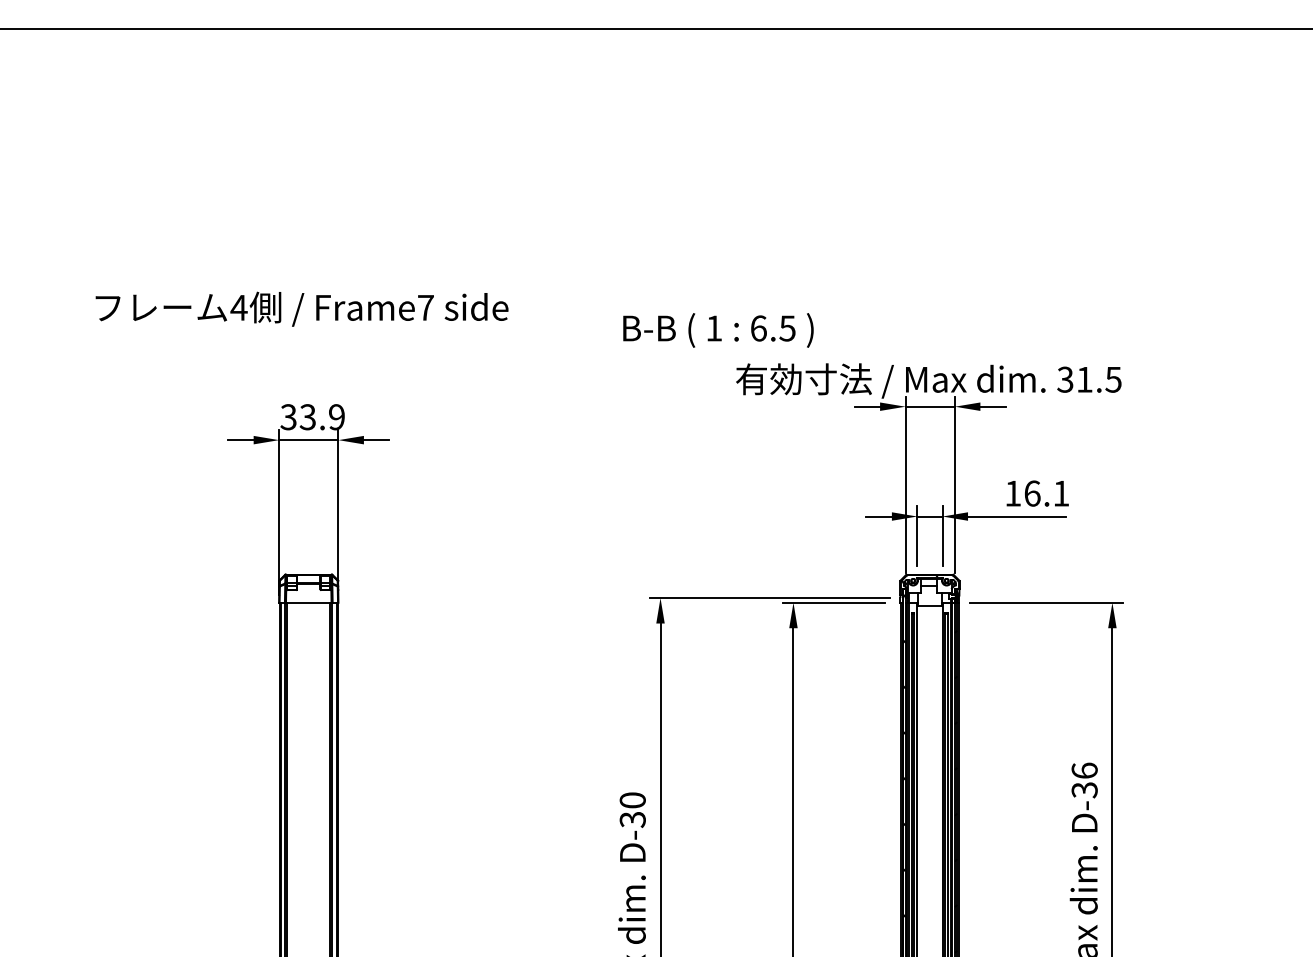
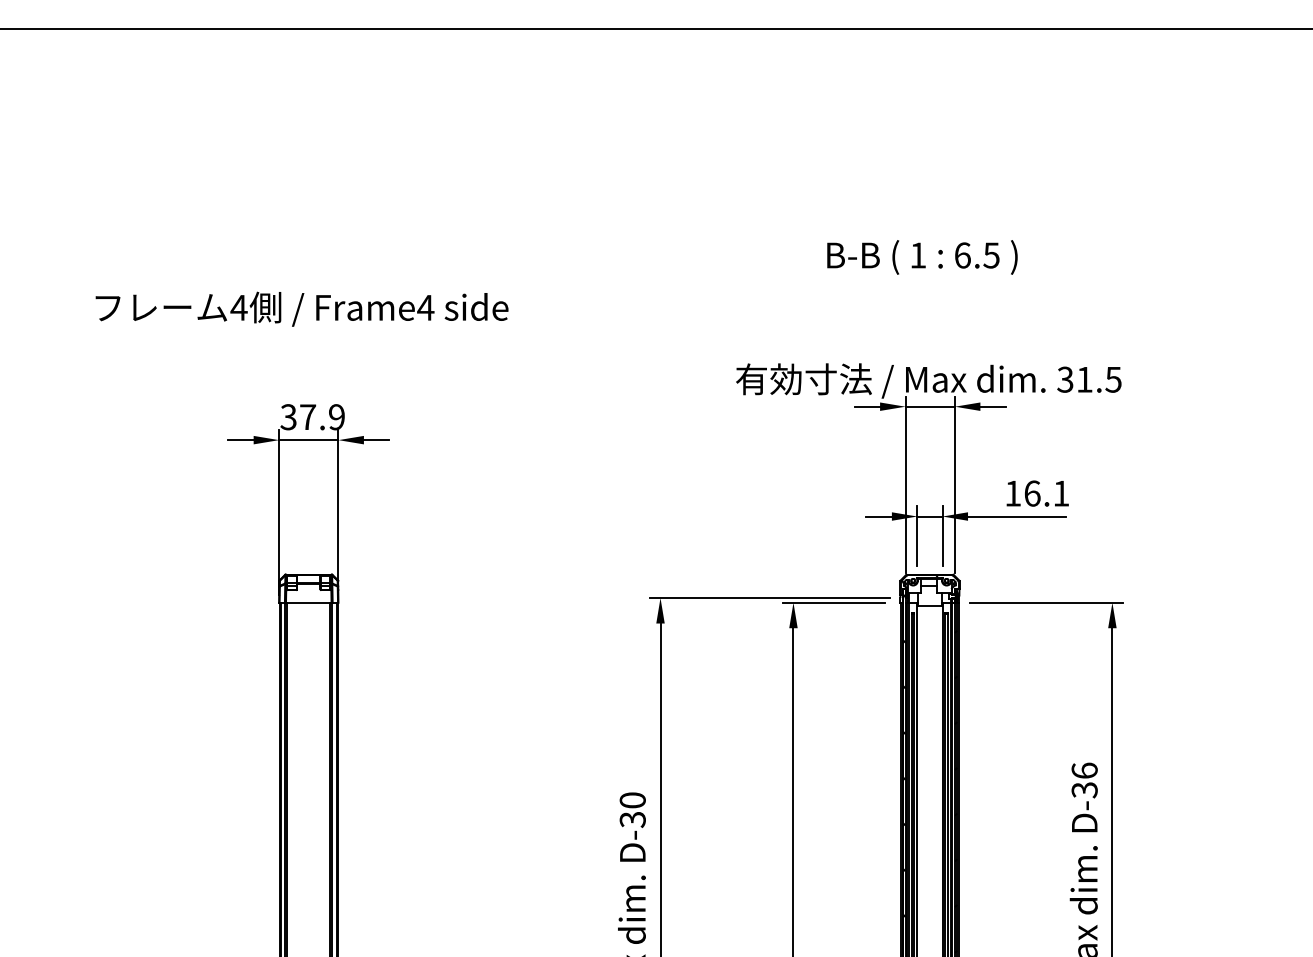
text at (425, 307): Frame7 -> Frame4
text at (718, 330) position: (718, 330) -> (922, 257)
text at (307, 417): 33.9 -> 37.9
